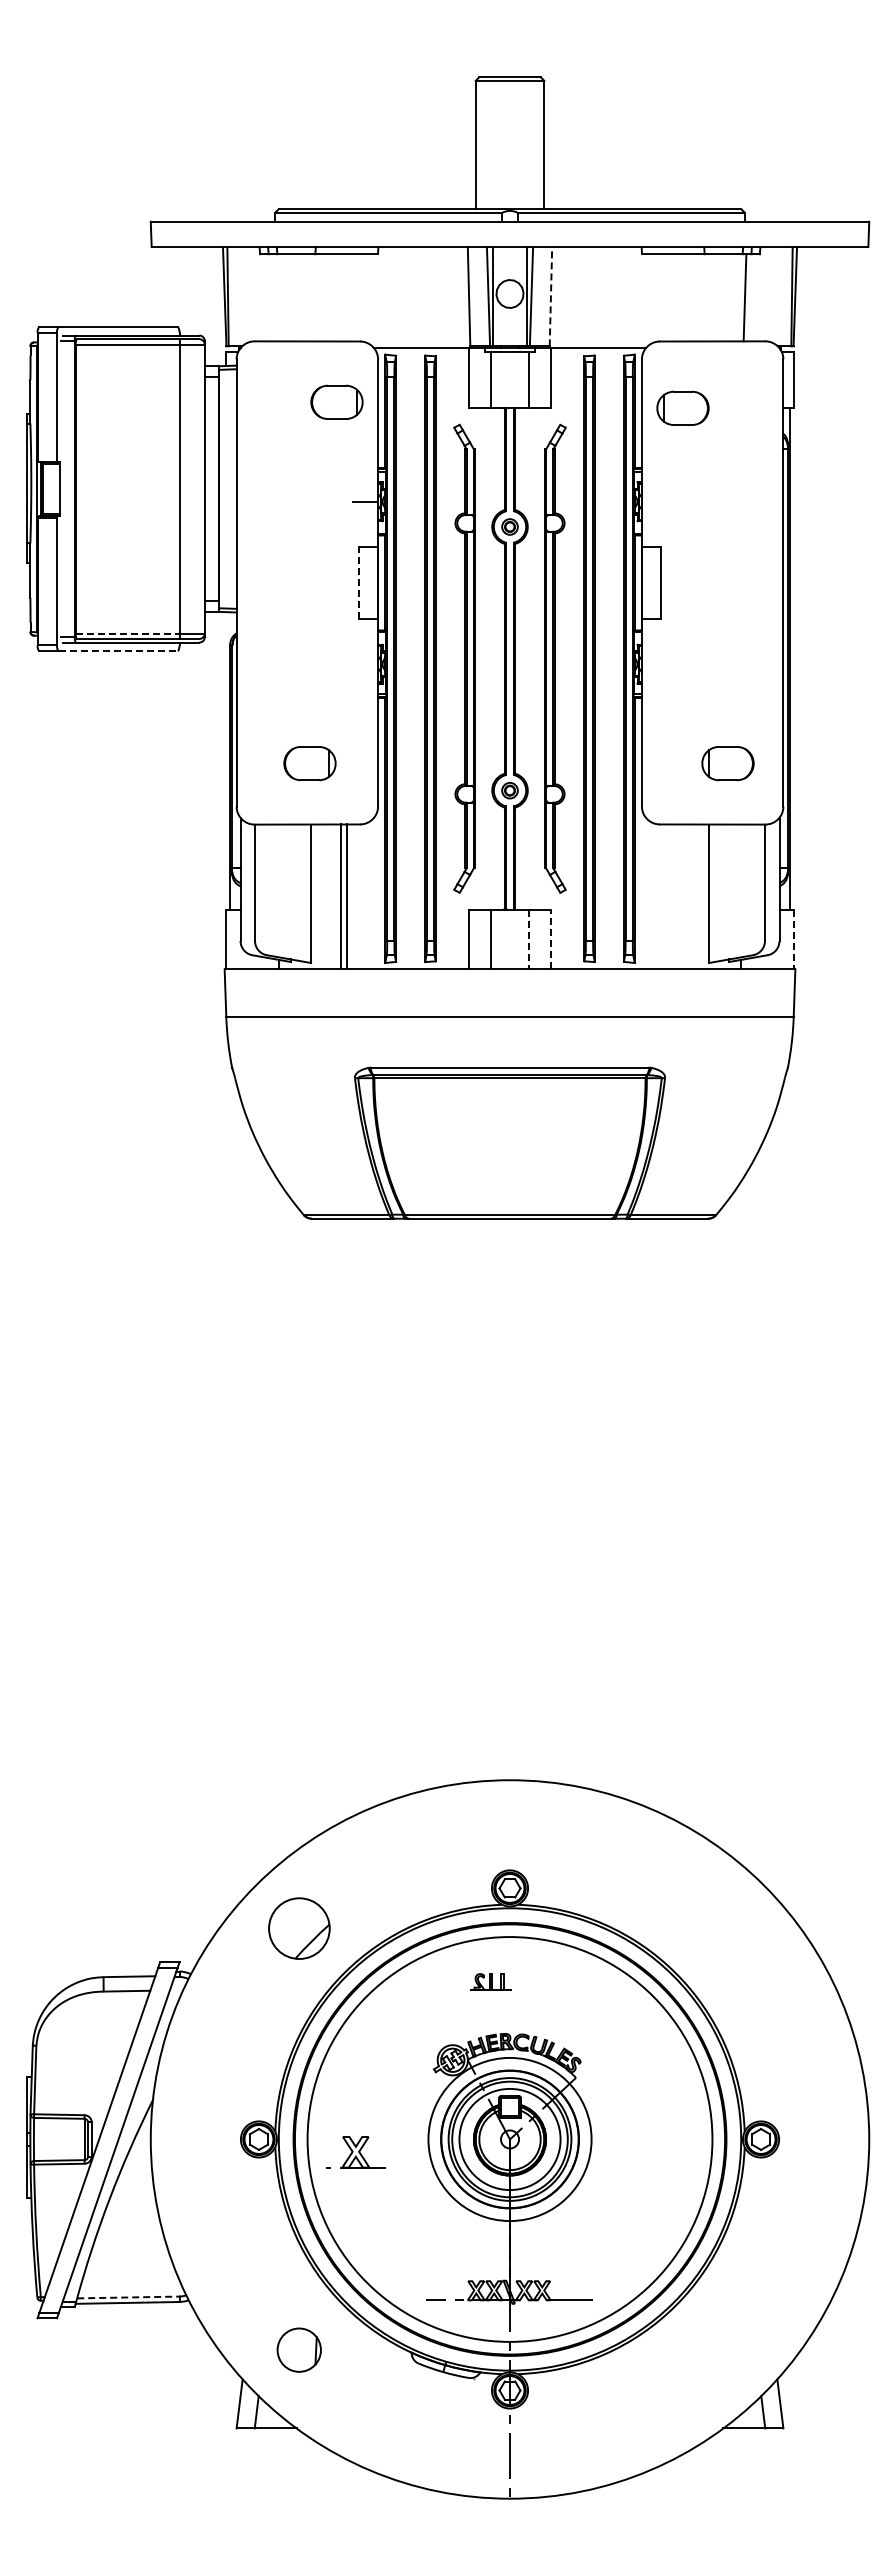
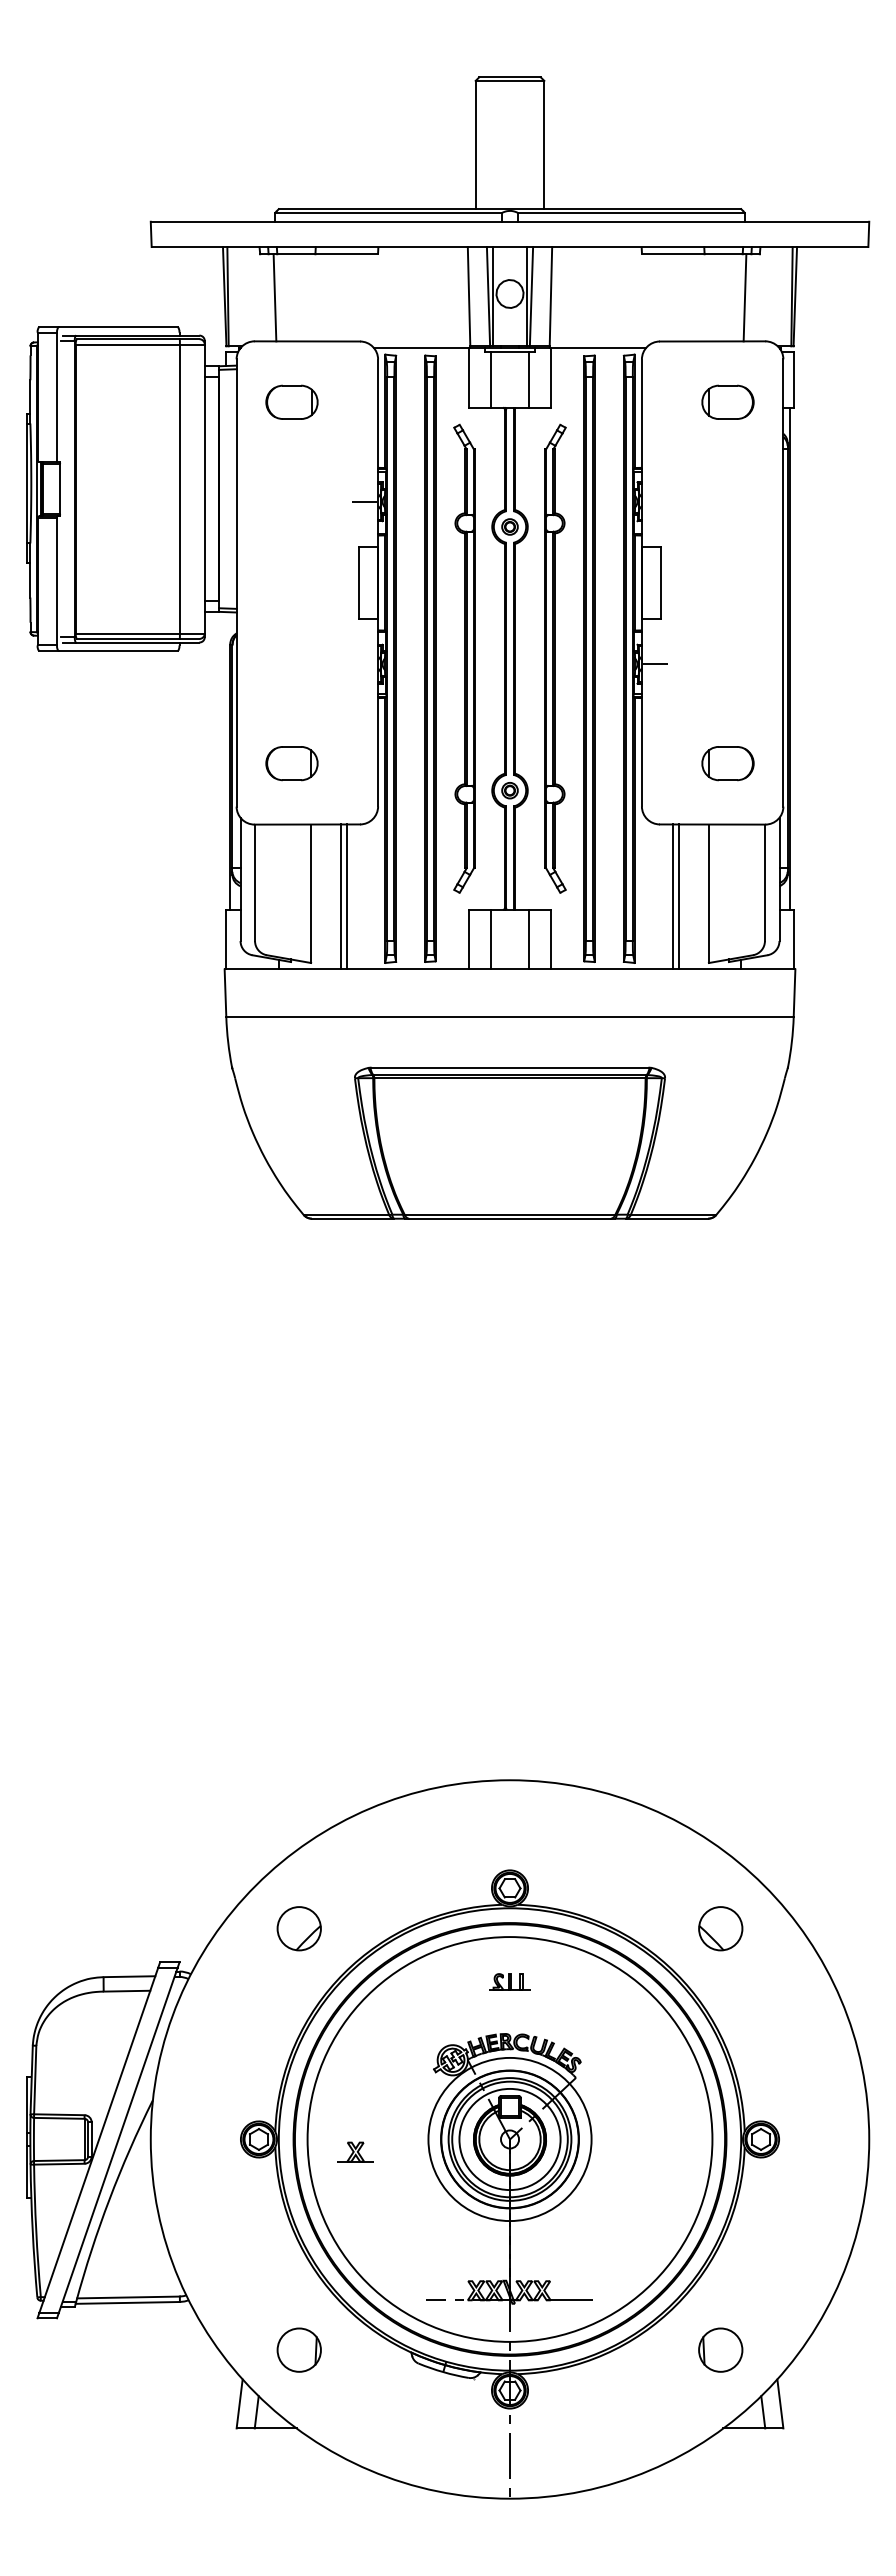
line at (550, 296): dashed -> solid
line at (274, 297): none -> present
part at (336, 401) position: (336, 401) -> (291, 401)
part at (682, 407) position: (682, 407) -> (727, 401)
line at (359, 582): dashed -> solid
line at (128, 633): dashed -> solid
line at (118, 650): dashed -> solid
line at (655, 664): none -> present
part at (309, 763) position: (309, 763) -> (291, 763)
line at (673, 896): none -> present
line at (678, 896): none -> present
line at (528, 939): dashed -> solid
line at (550, 939): dashed -> solid
line at (793, 939): dashed -> solid
part at (299, 1928) size: 63x63 px -> 46x46 px
part at (720, 1928): none -> present
part at (490, 1981) position: (490, 1981) -> (509, 1981)
part at (355, 2152) size: 60x33 px -> 37x22 px
line at (129, 2297): dashed -> solid
part at (720, 2349): none -> present
